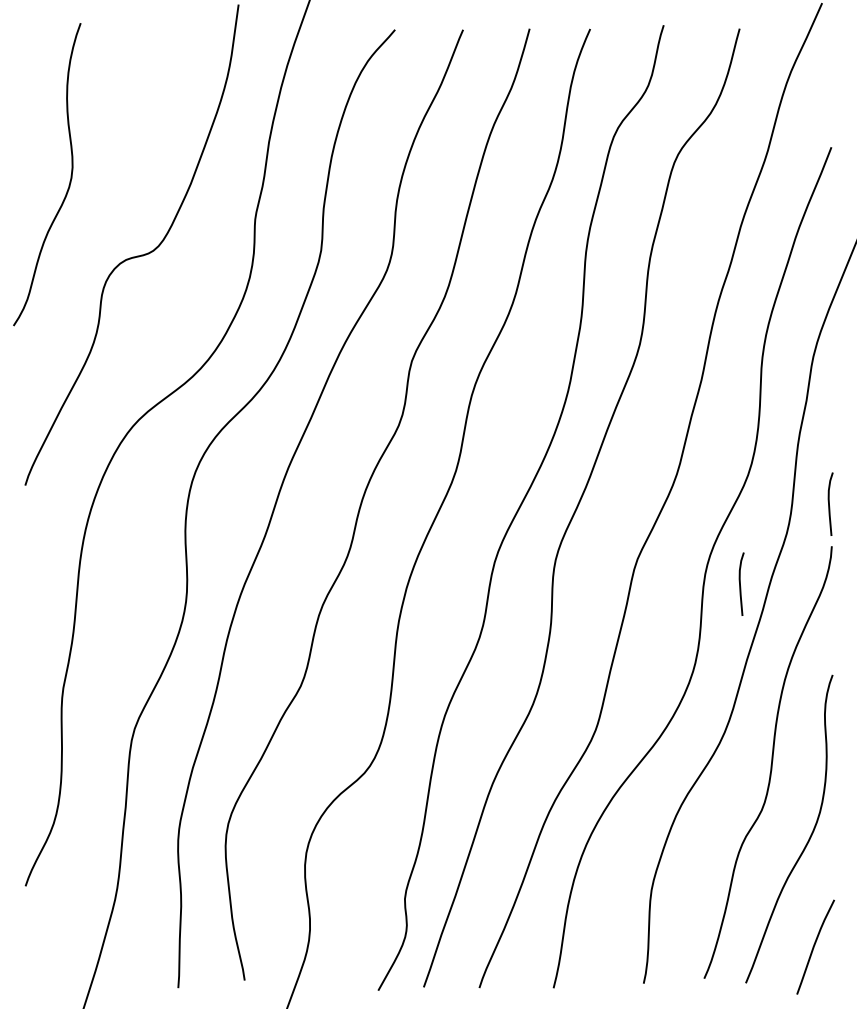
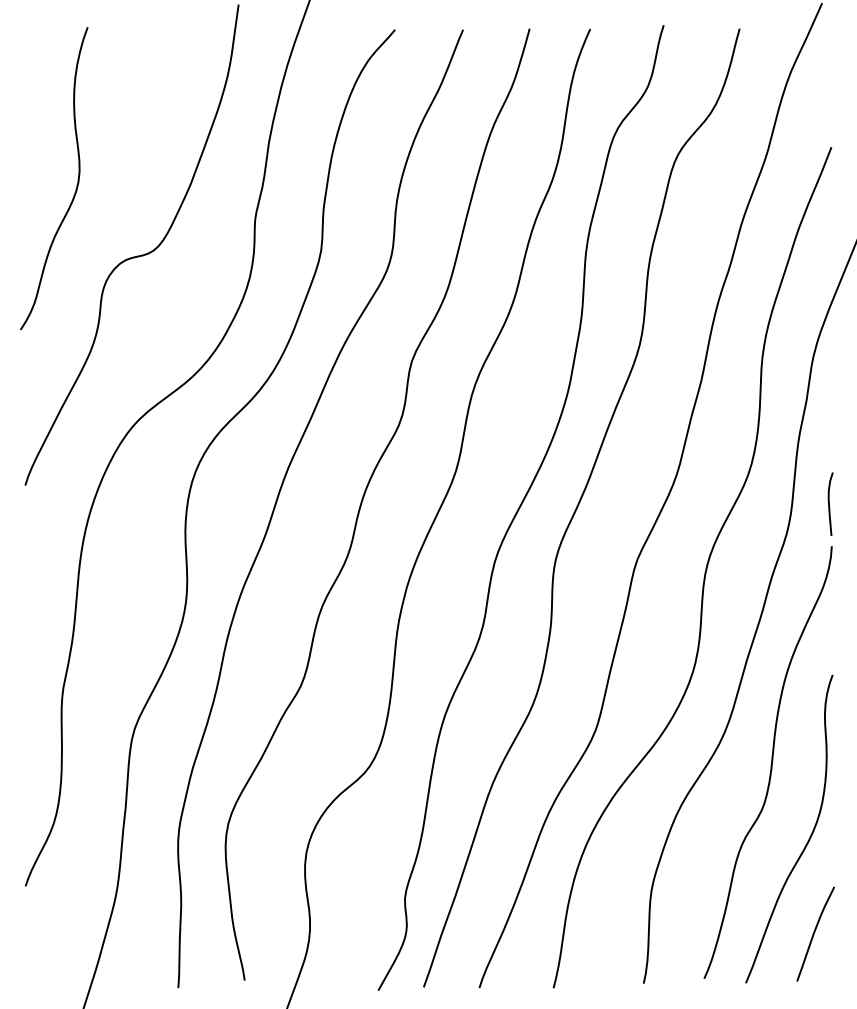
curve at (70, 175) position: (70, 175) -> (77, 179)
curve at (740, 583): present -> none
curve at (815, 945) position: (815, 945) -> (815, 932)
